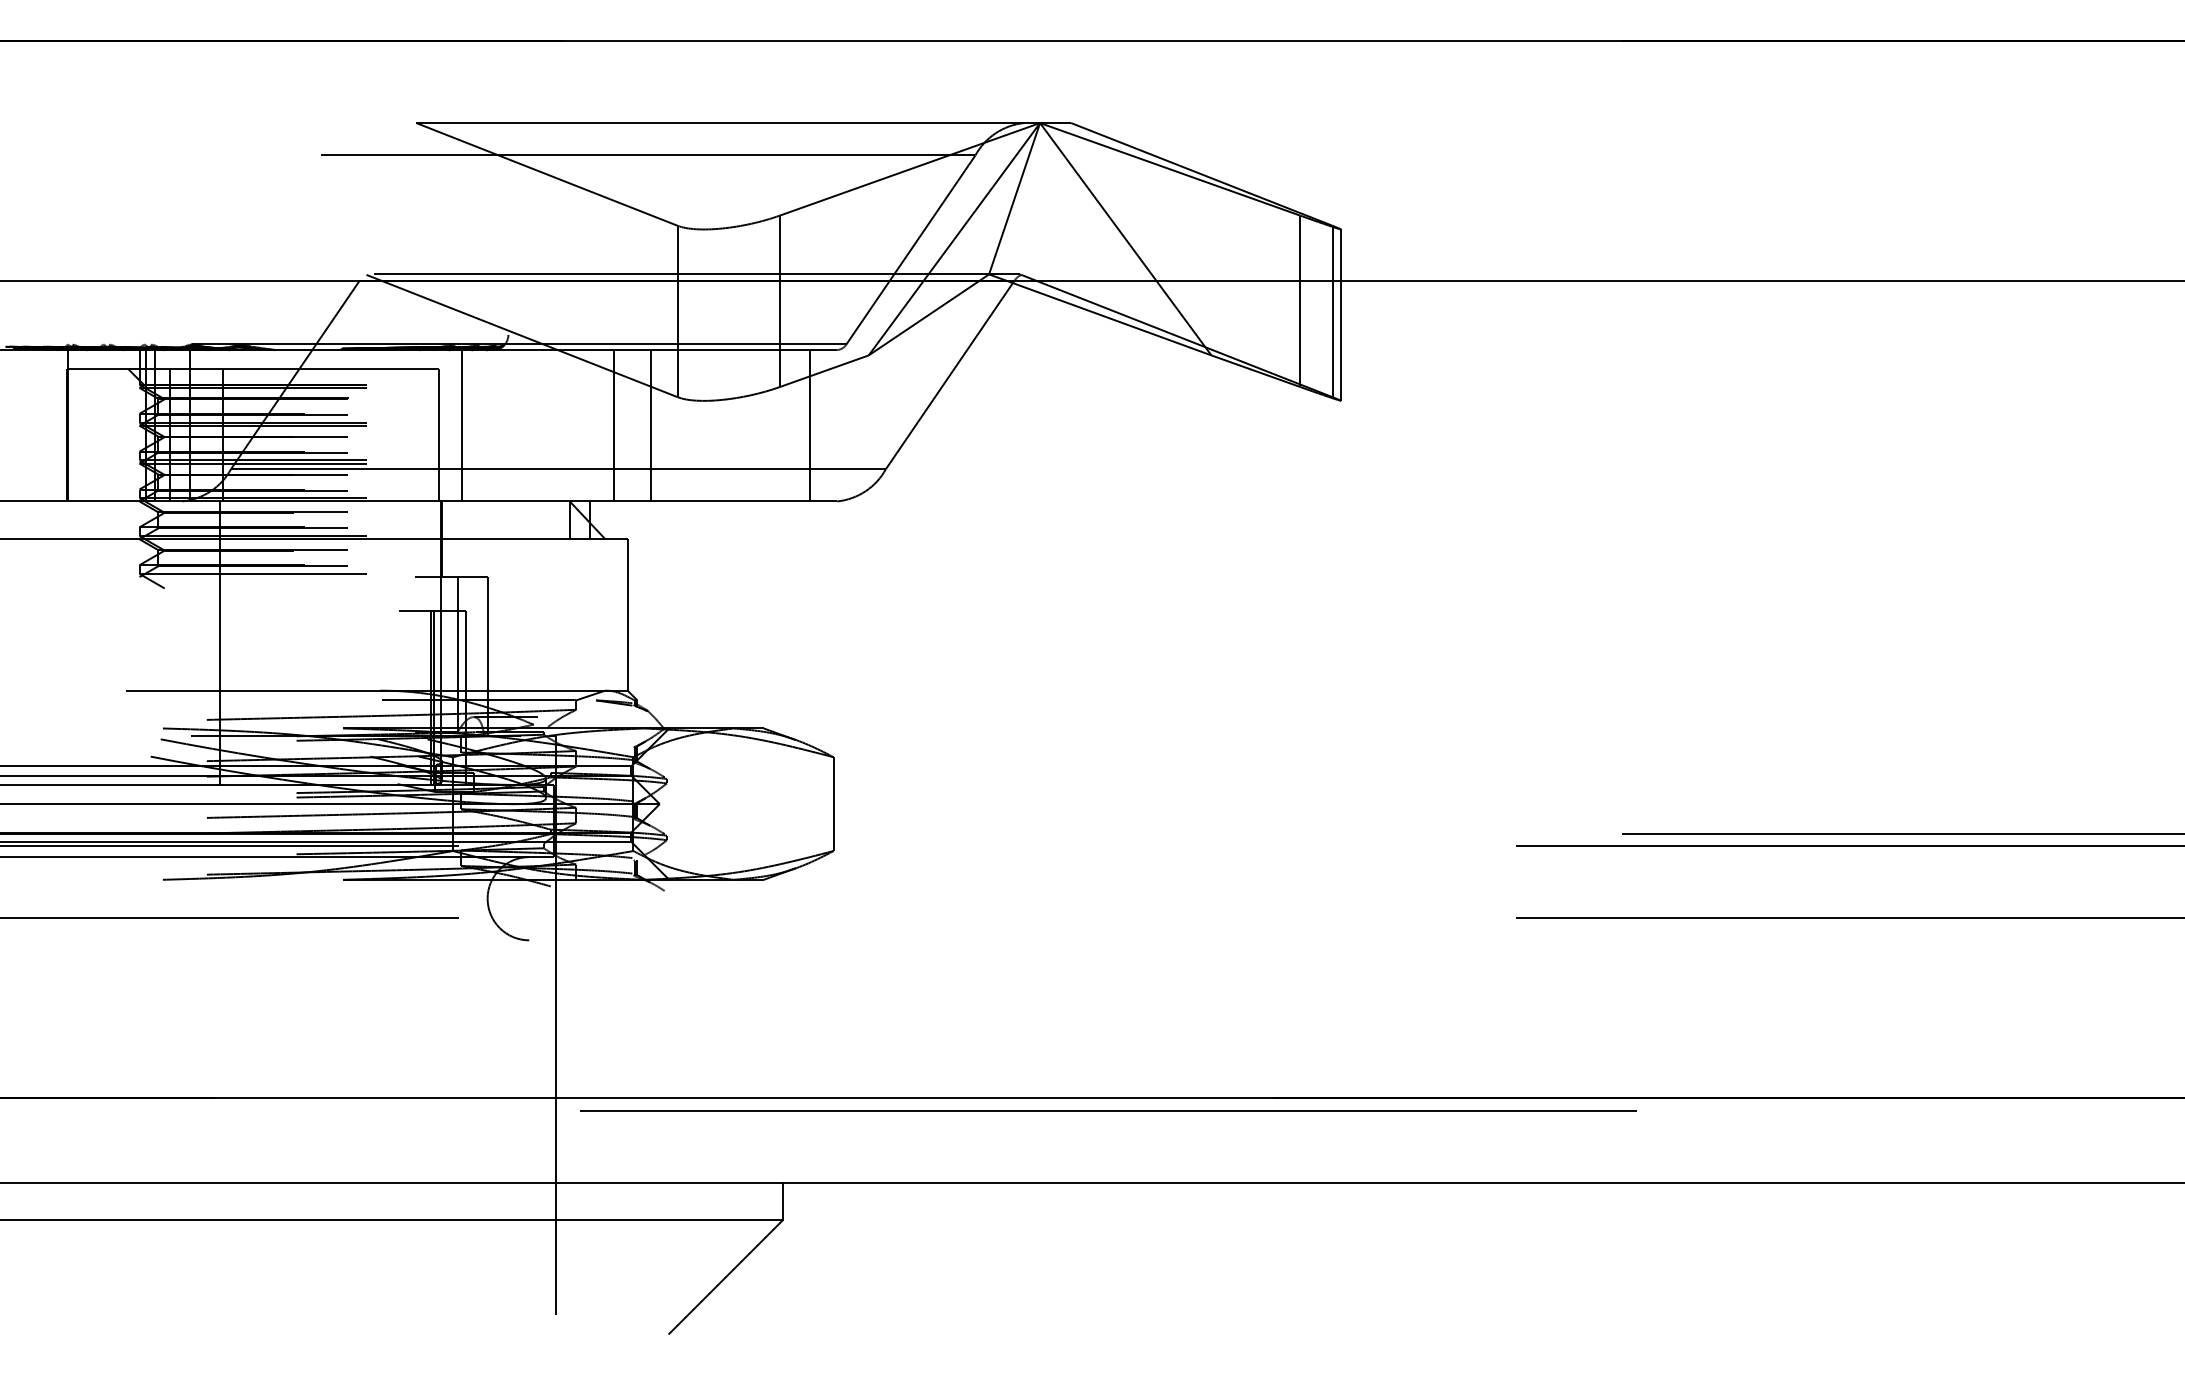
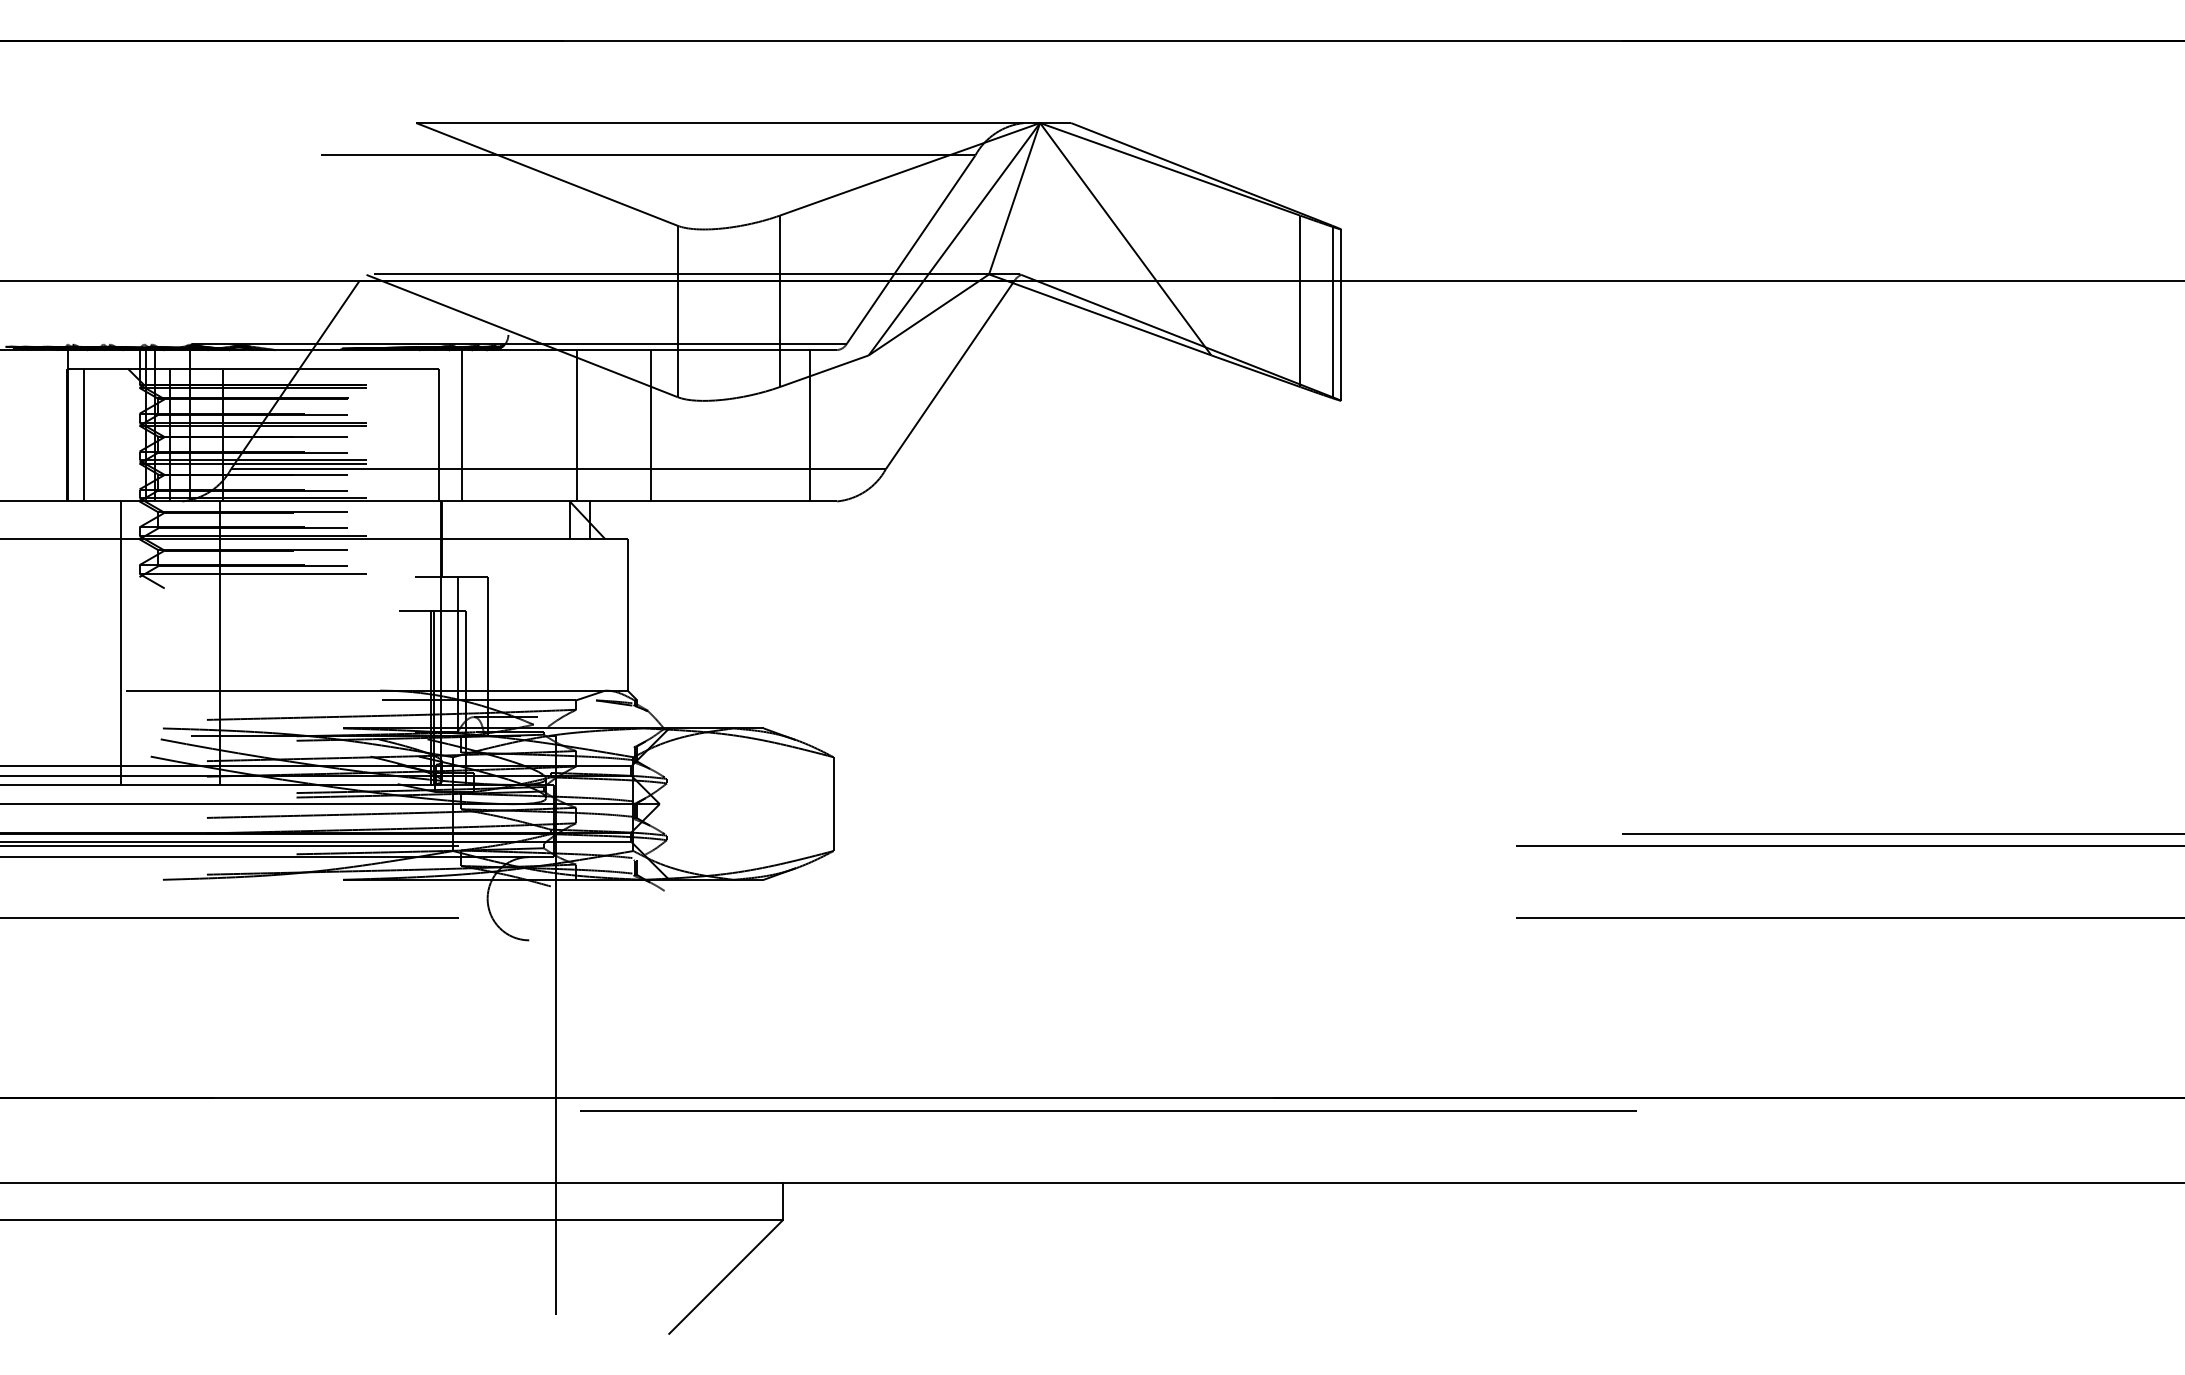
line at (614, 425) position: (614, 425) -> (577, 425)
line at (83, 435): none -> present
line at (120, 643): none -> present
